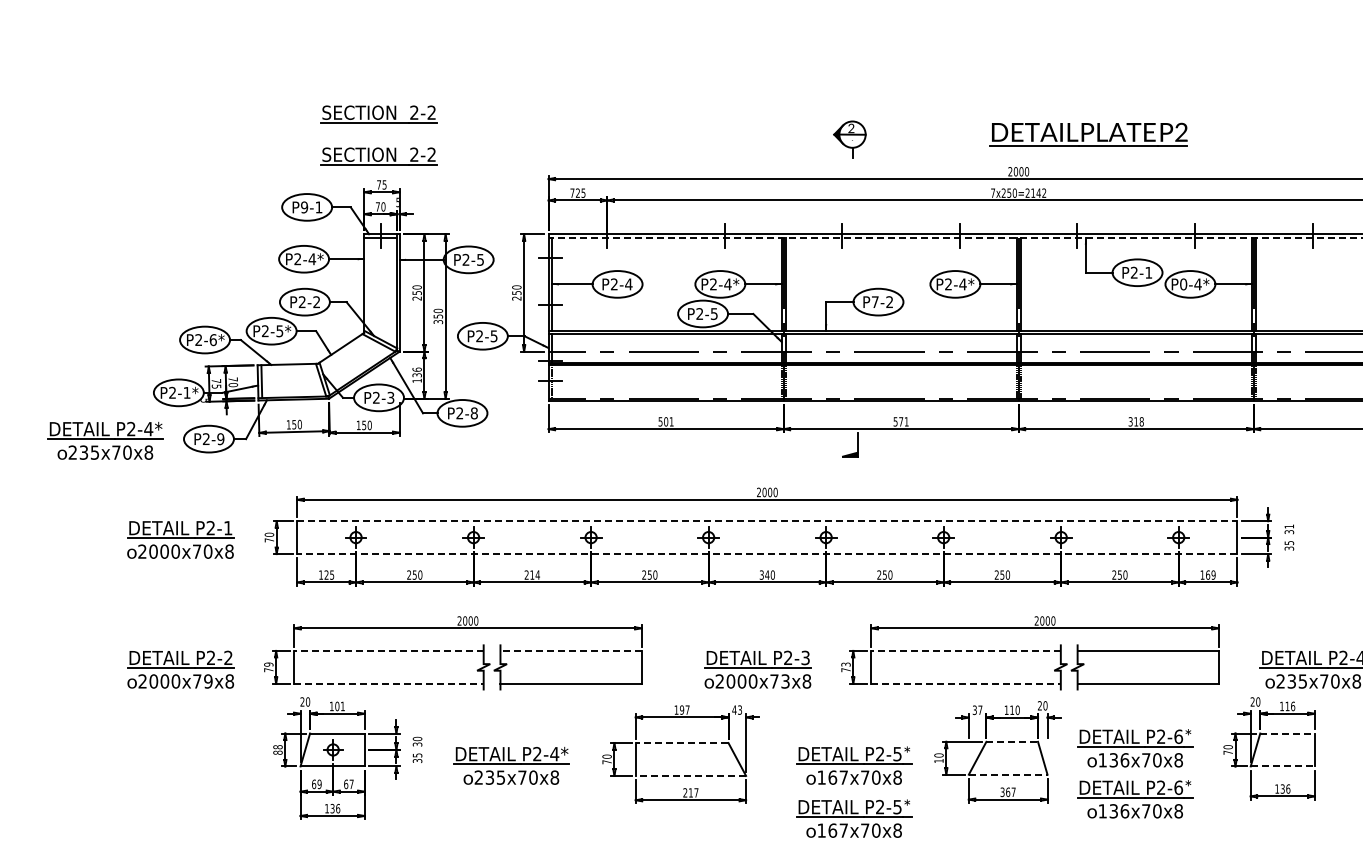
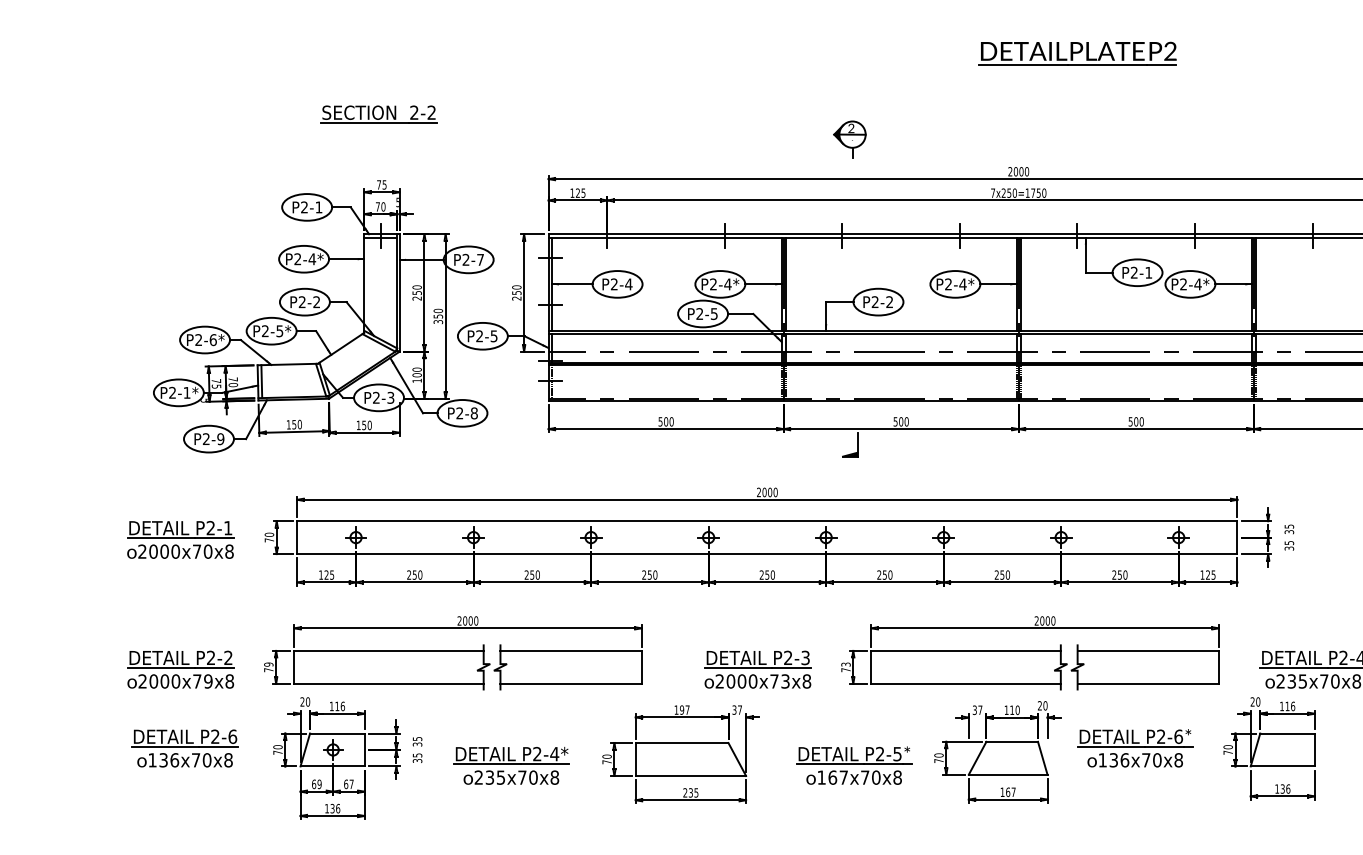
part at (1088, 134) position: (1088, 134) -> (1077, 53)
part at (378, 156): present -> none
text at (572, 192): 725 -> 125
text at (1035, 192): 7x250=2142 -> 7x250=1750
text at (304, 207): P9-1 -> P2-1
line at (955, 238): dashed -> solid
text at (480, 259): P2-5 -> P2-7
text at (1183, 284): P0-4* -> P2-4*
text at (874, 301): P7-2 -> P2-2
text at (416, 372): 136 -> 100
text at (671, 421): 501 -> 500
text at (903, 421): 571 -> 500
text at (1135, 421): 318 -> 500
part at (105, 440): present -> none
line at (767, 521): dashed -> solid
text at (1289, 526): 31 -> 35
line at (766, 554): dashed -> solid
text at (534, 574): 214 -> 250
text at (764, 574): 340 -> 250
text at (1210, 574): 169 -> 125
line at (388, 650): dashed -> solid
line at (571, 650): dashed -> solid
line at (966, 650): dashed -> solid
line at (388, 683): dashed -> solid
line at (966, 683): dashed -> solid
text at (339, 706): 101 -> 116
text at (736, 709): 43 -> 37
line at (1288, 733): dashed -> solid
text at (417, 738): 30 -> 35
line at (1012, 741): dashed -> solid
line at (681, 743): dashed -> solid
part at (184, 748): none -> present
text at (277, 749): 88 -> 70
text at (938, 760): 10 -> 70
line at (1283, 766): dashed -> solid
line at (1008, 774): dashed -> solid
line at (690, 775): dashed -> solid
text at (693, 792): 217 -> 235
text at (1002, 792): 367 -> 167
part at (1135, 799): present -> none
part at (854, 818): present -> none
